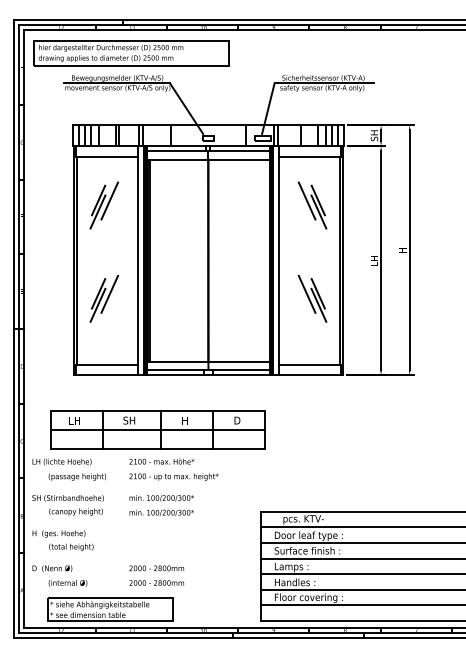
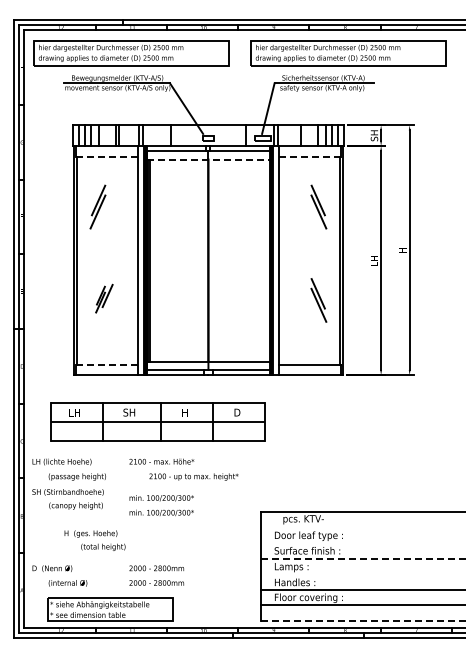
part at (348, 53): none -> present
line at (107, 156): solid -> dashed
line at (309, 156): solid -> dashed
line at (208, 159): solid -> dashed
line at (109, 200): present -> none
line at (306, 200): present -> none
line at (306, 293): present -> none
part at (104, 298) size: 31x49 px -> 19x31 px
line at (106, 364): solid -> dashed
part at (157, 429) position: (157, 429) -> (157, 421)
text at (173, 476) position: (173, 476) -> (193, 476)
text at (67, 505) position: (67, 505) -> (67, 499)
line at (361, 527): present -> none
text at (62, 540) position: (62, 540) -> (94, 540)
line at (361, 542): present -> none
line at (363, 558): solid -> dashed
line at (361, 574): present -> none
line at (363, 621): solid -> dashed
